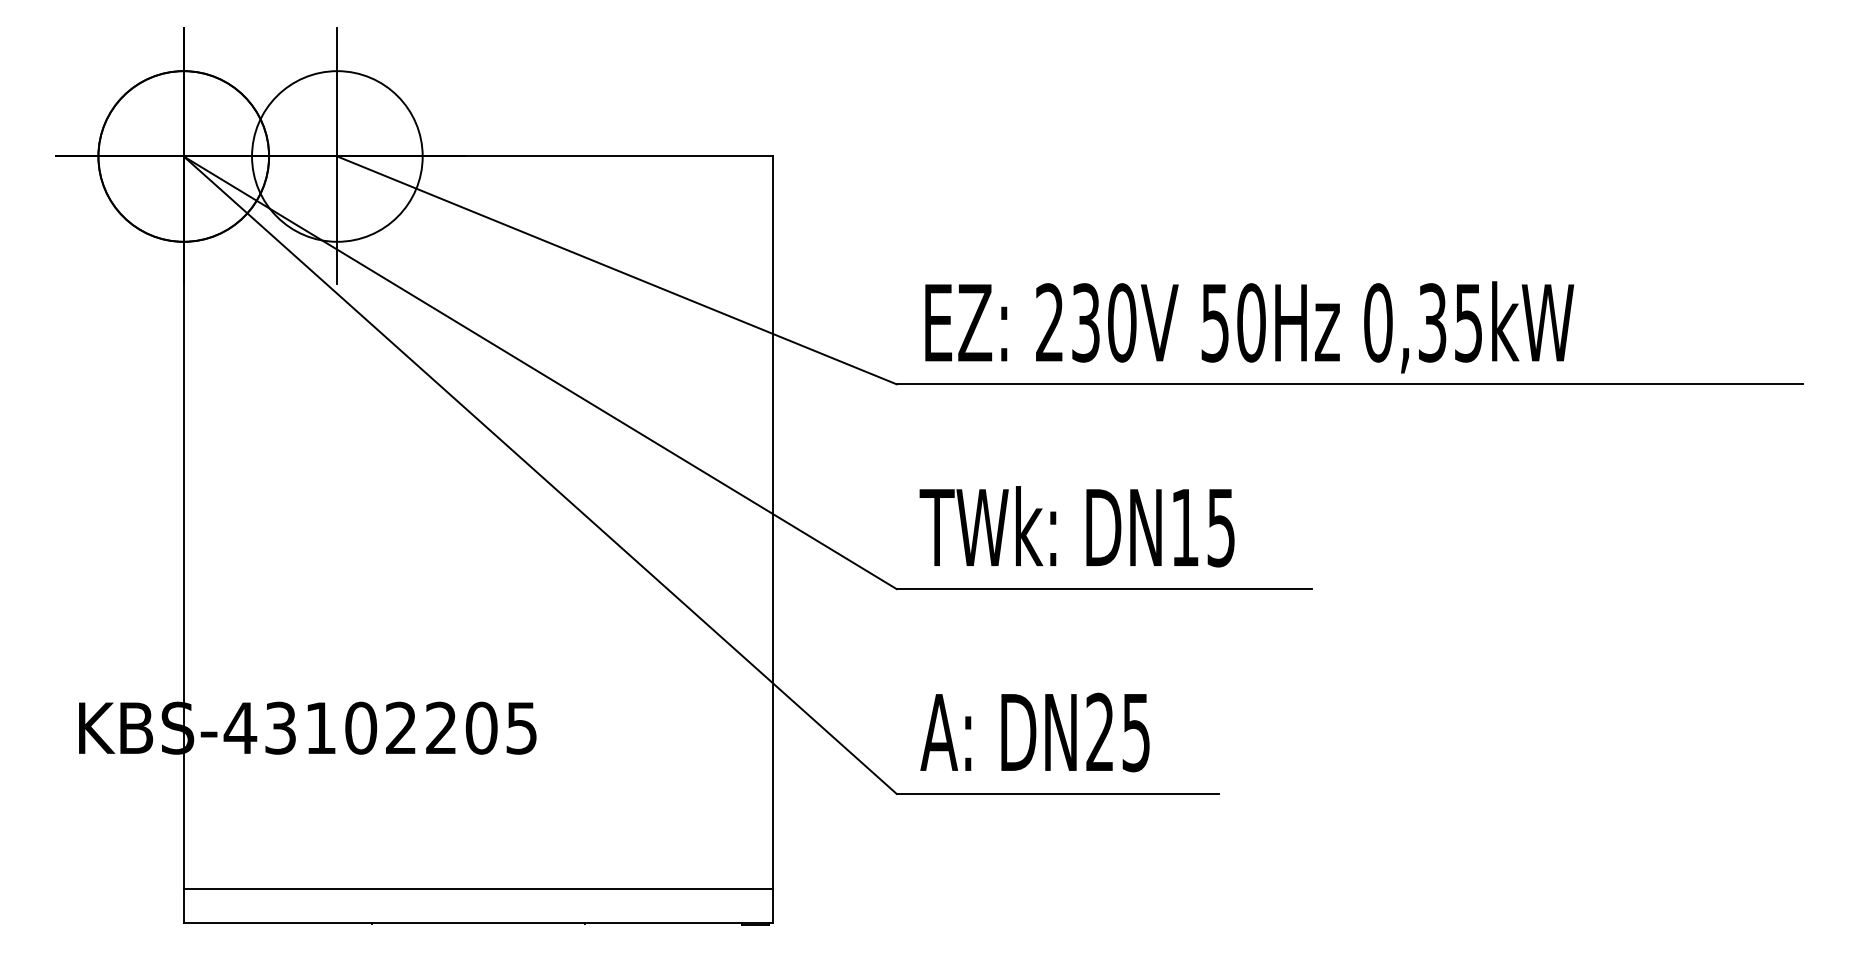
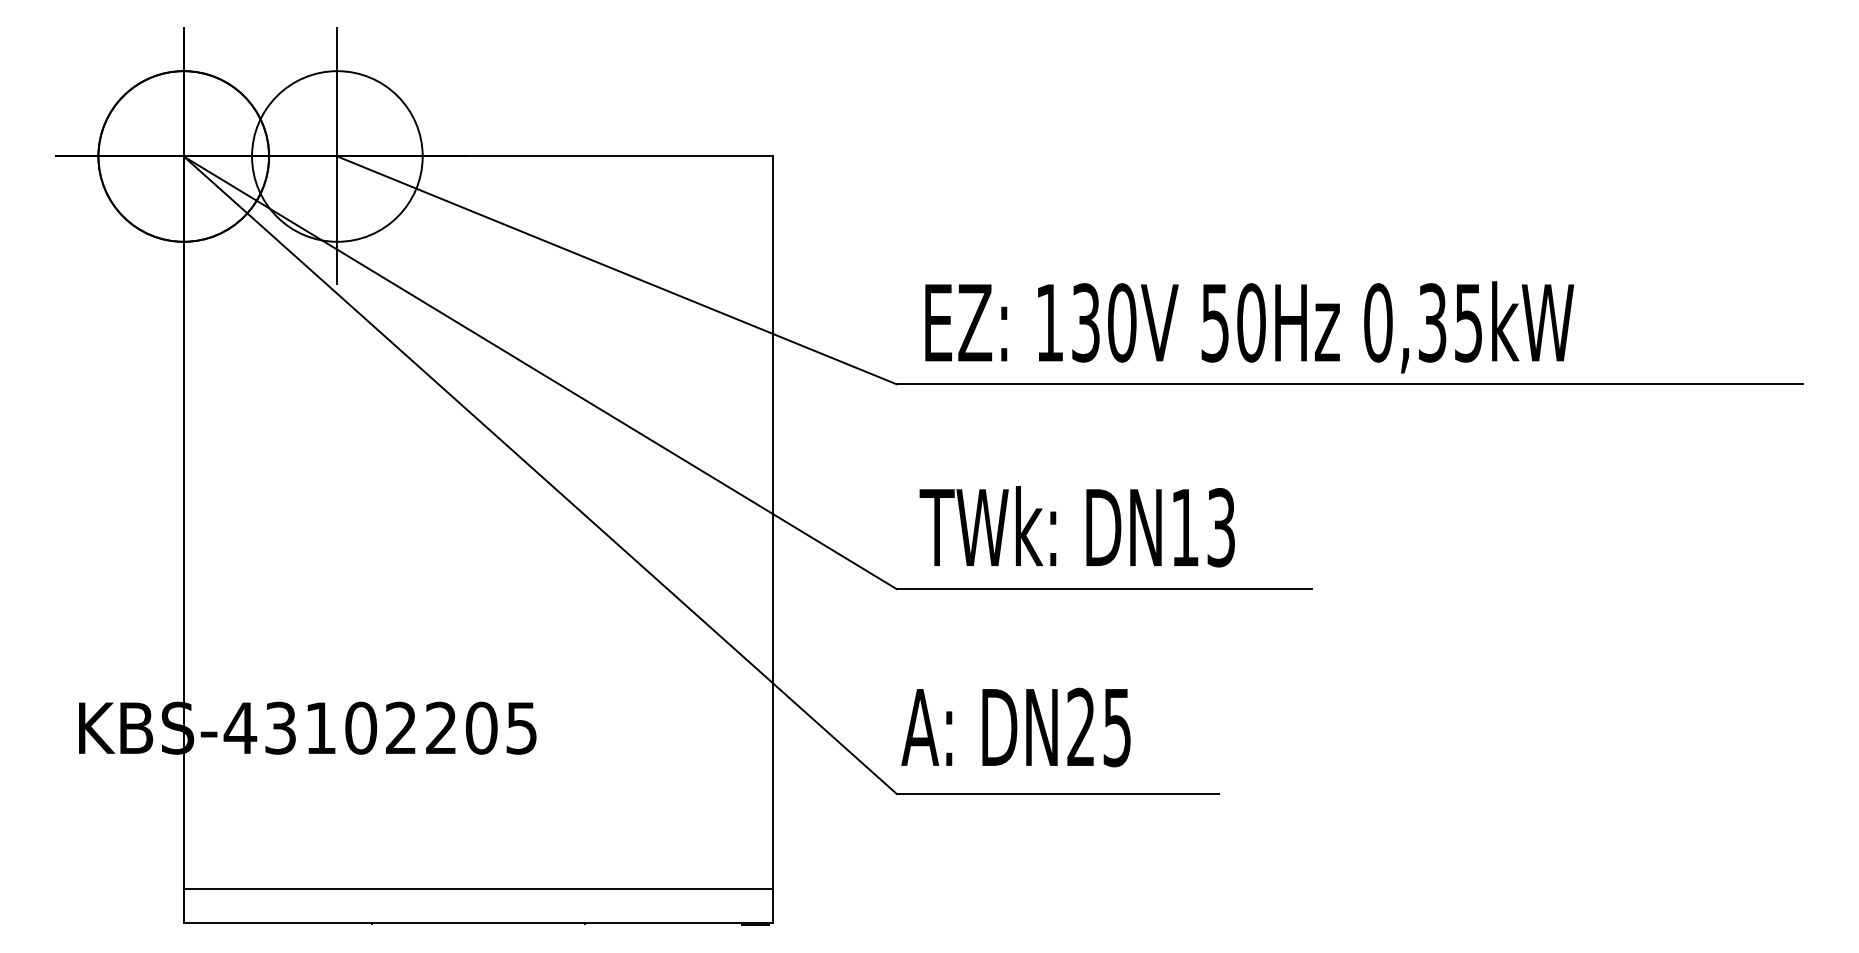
text at (1049, 322): 230V -> 130V
text at (1221, 527): DN15 -> DN13
text at (1034, 732) position: (1034, 732) -> (1015, 727)
